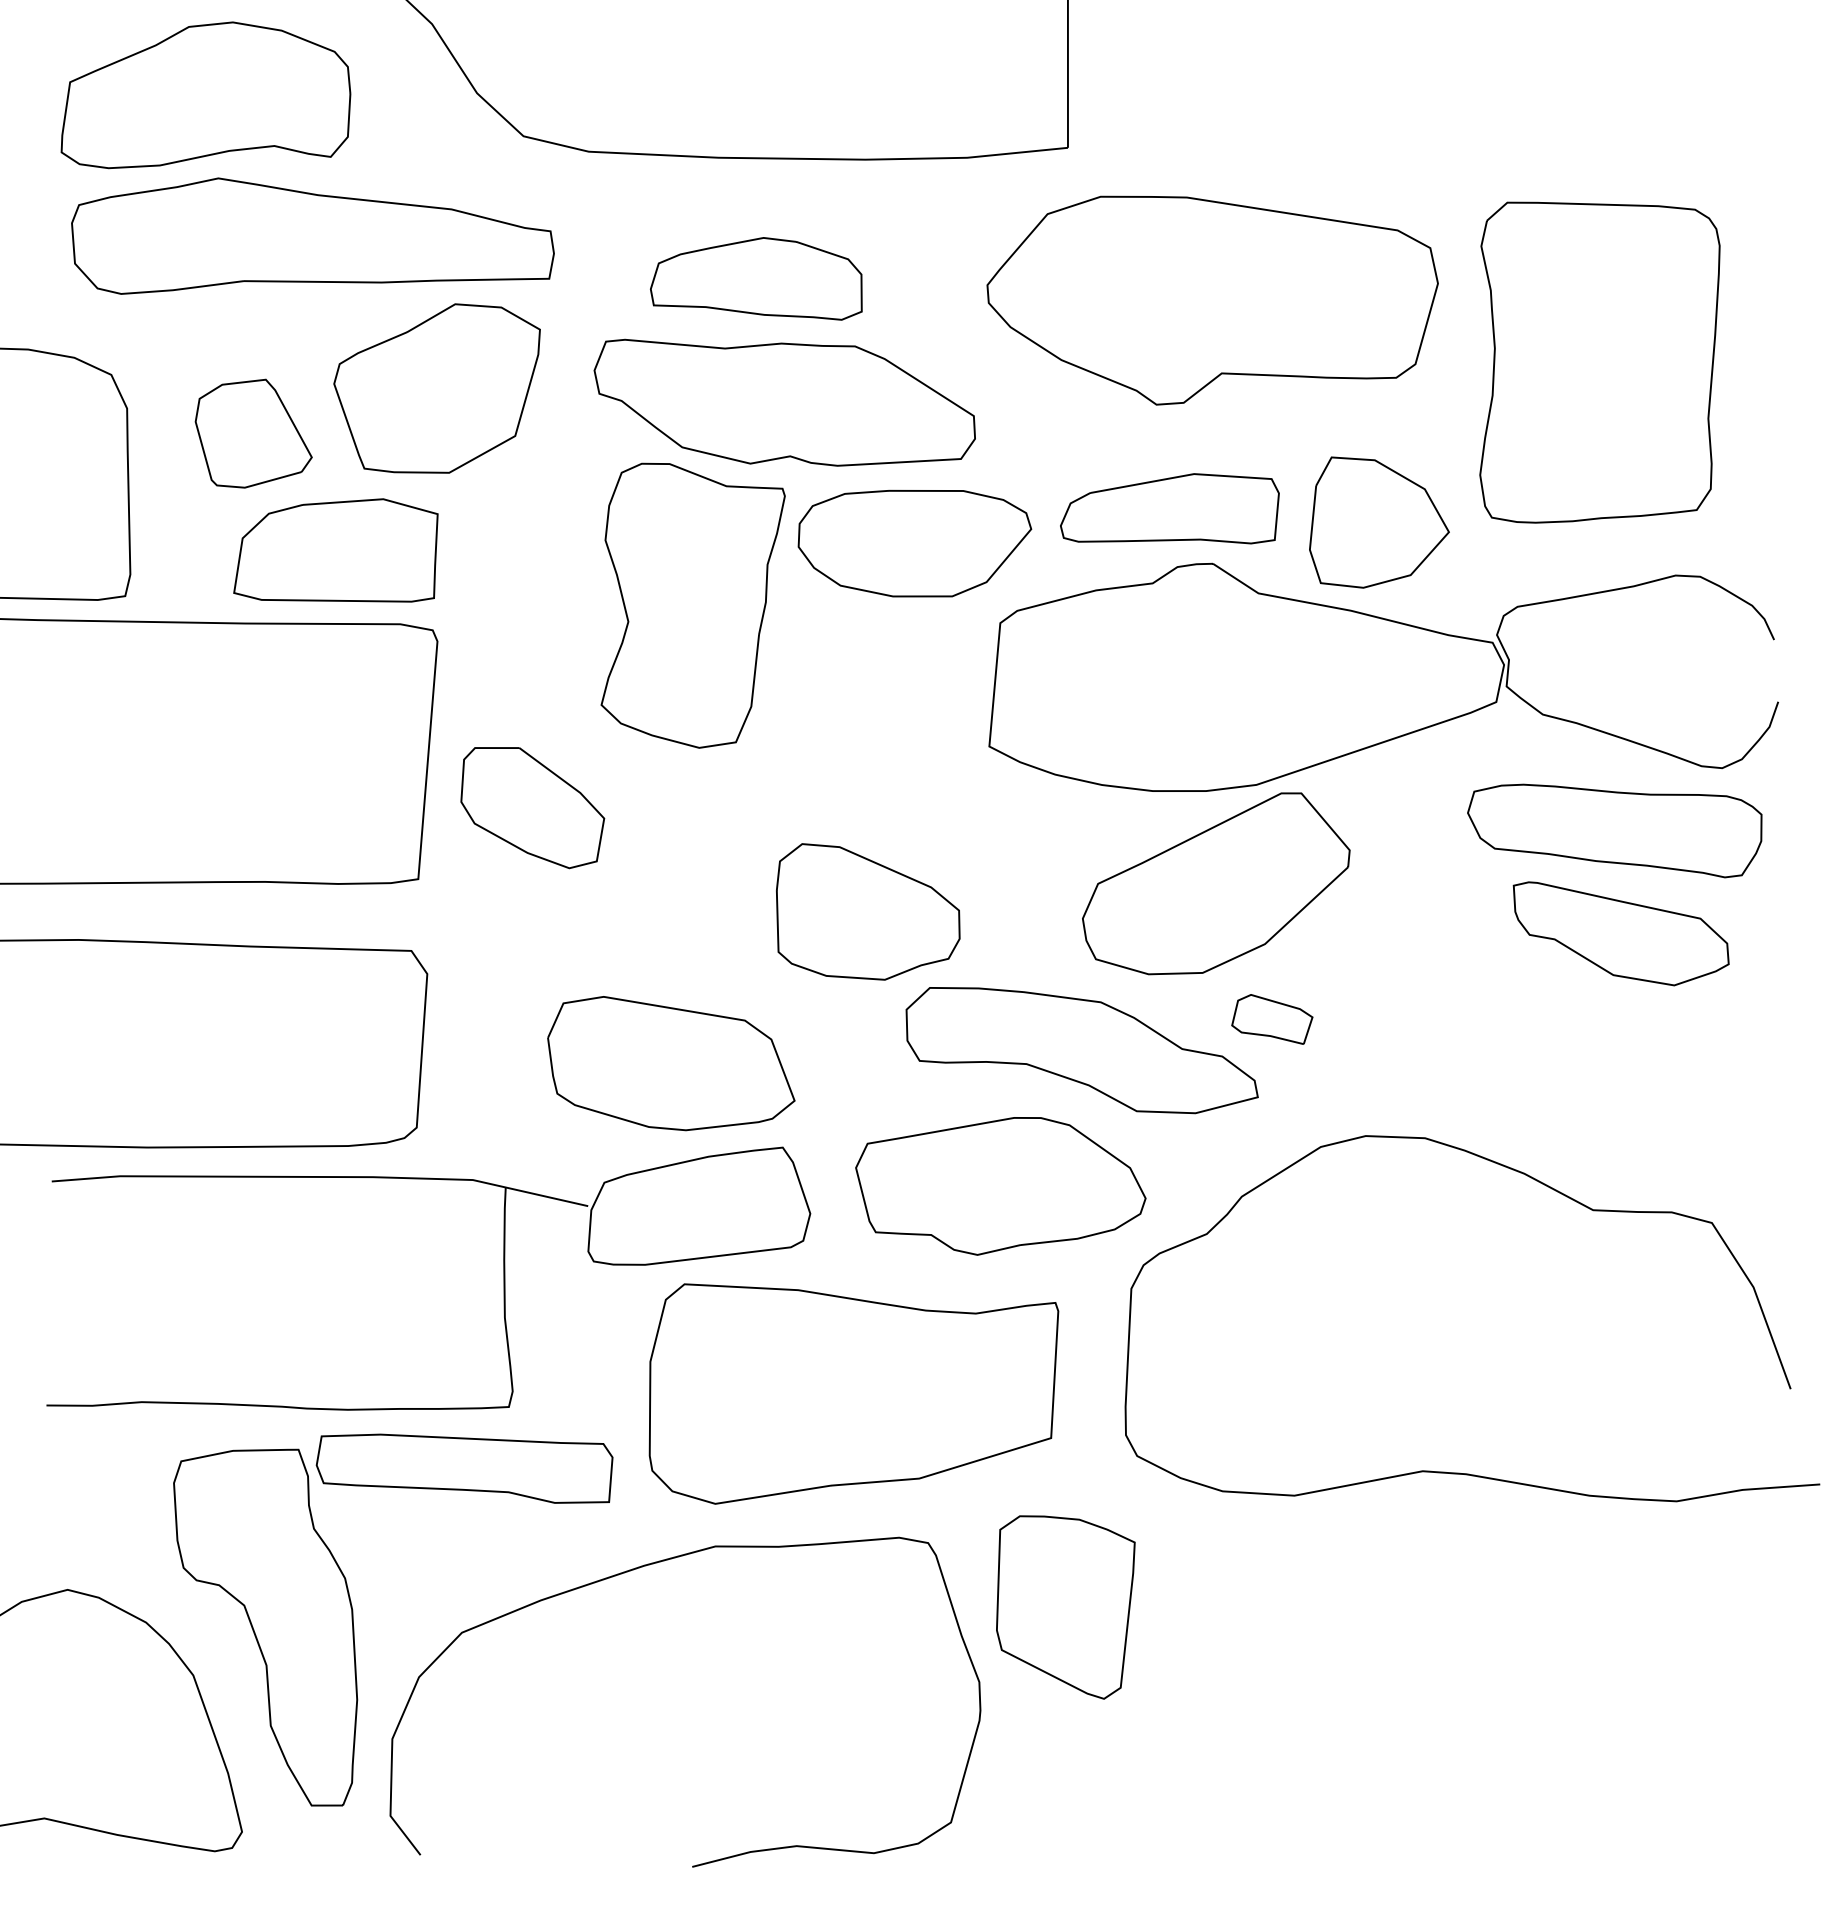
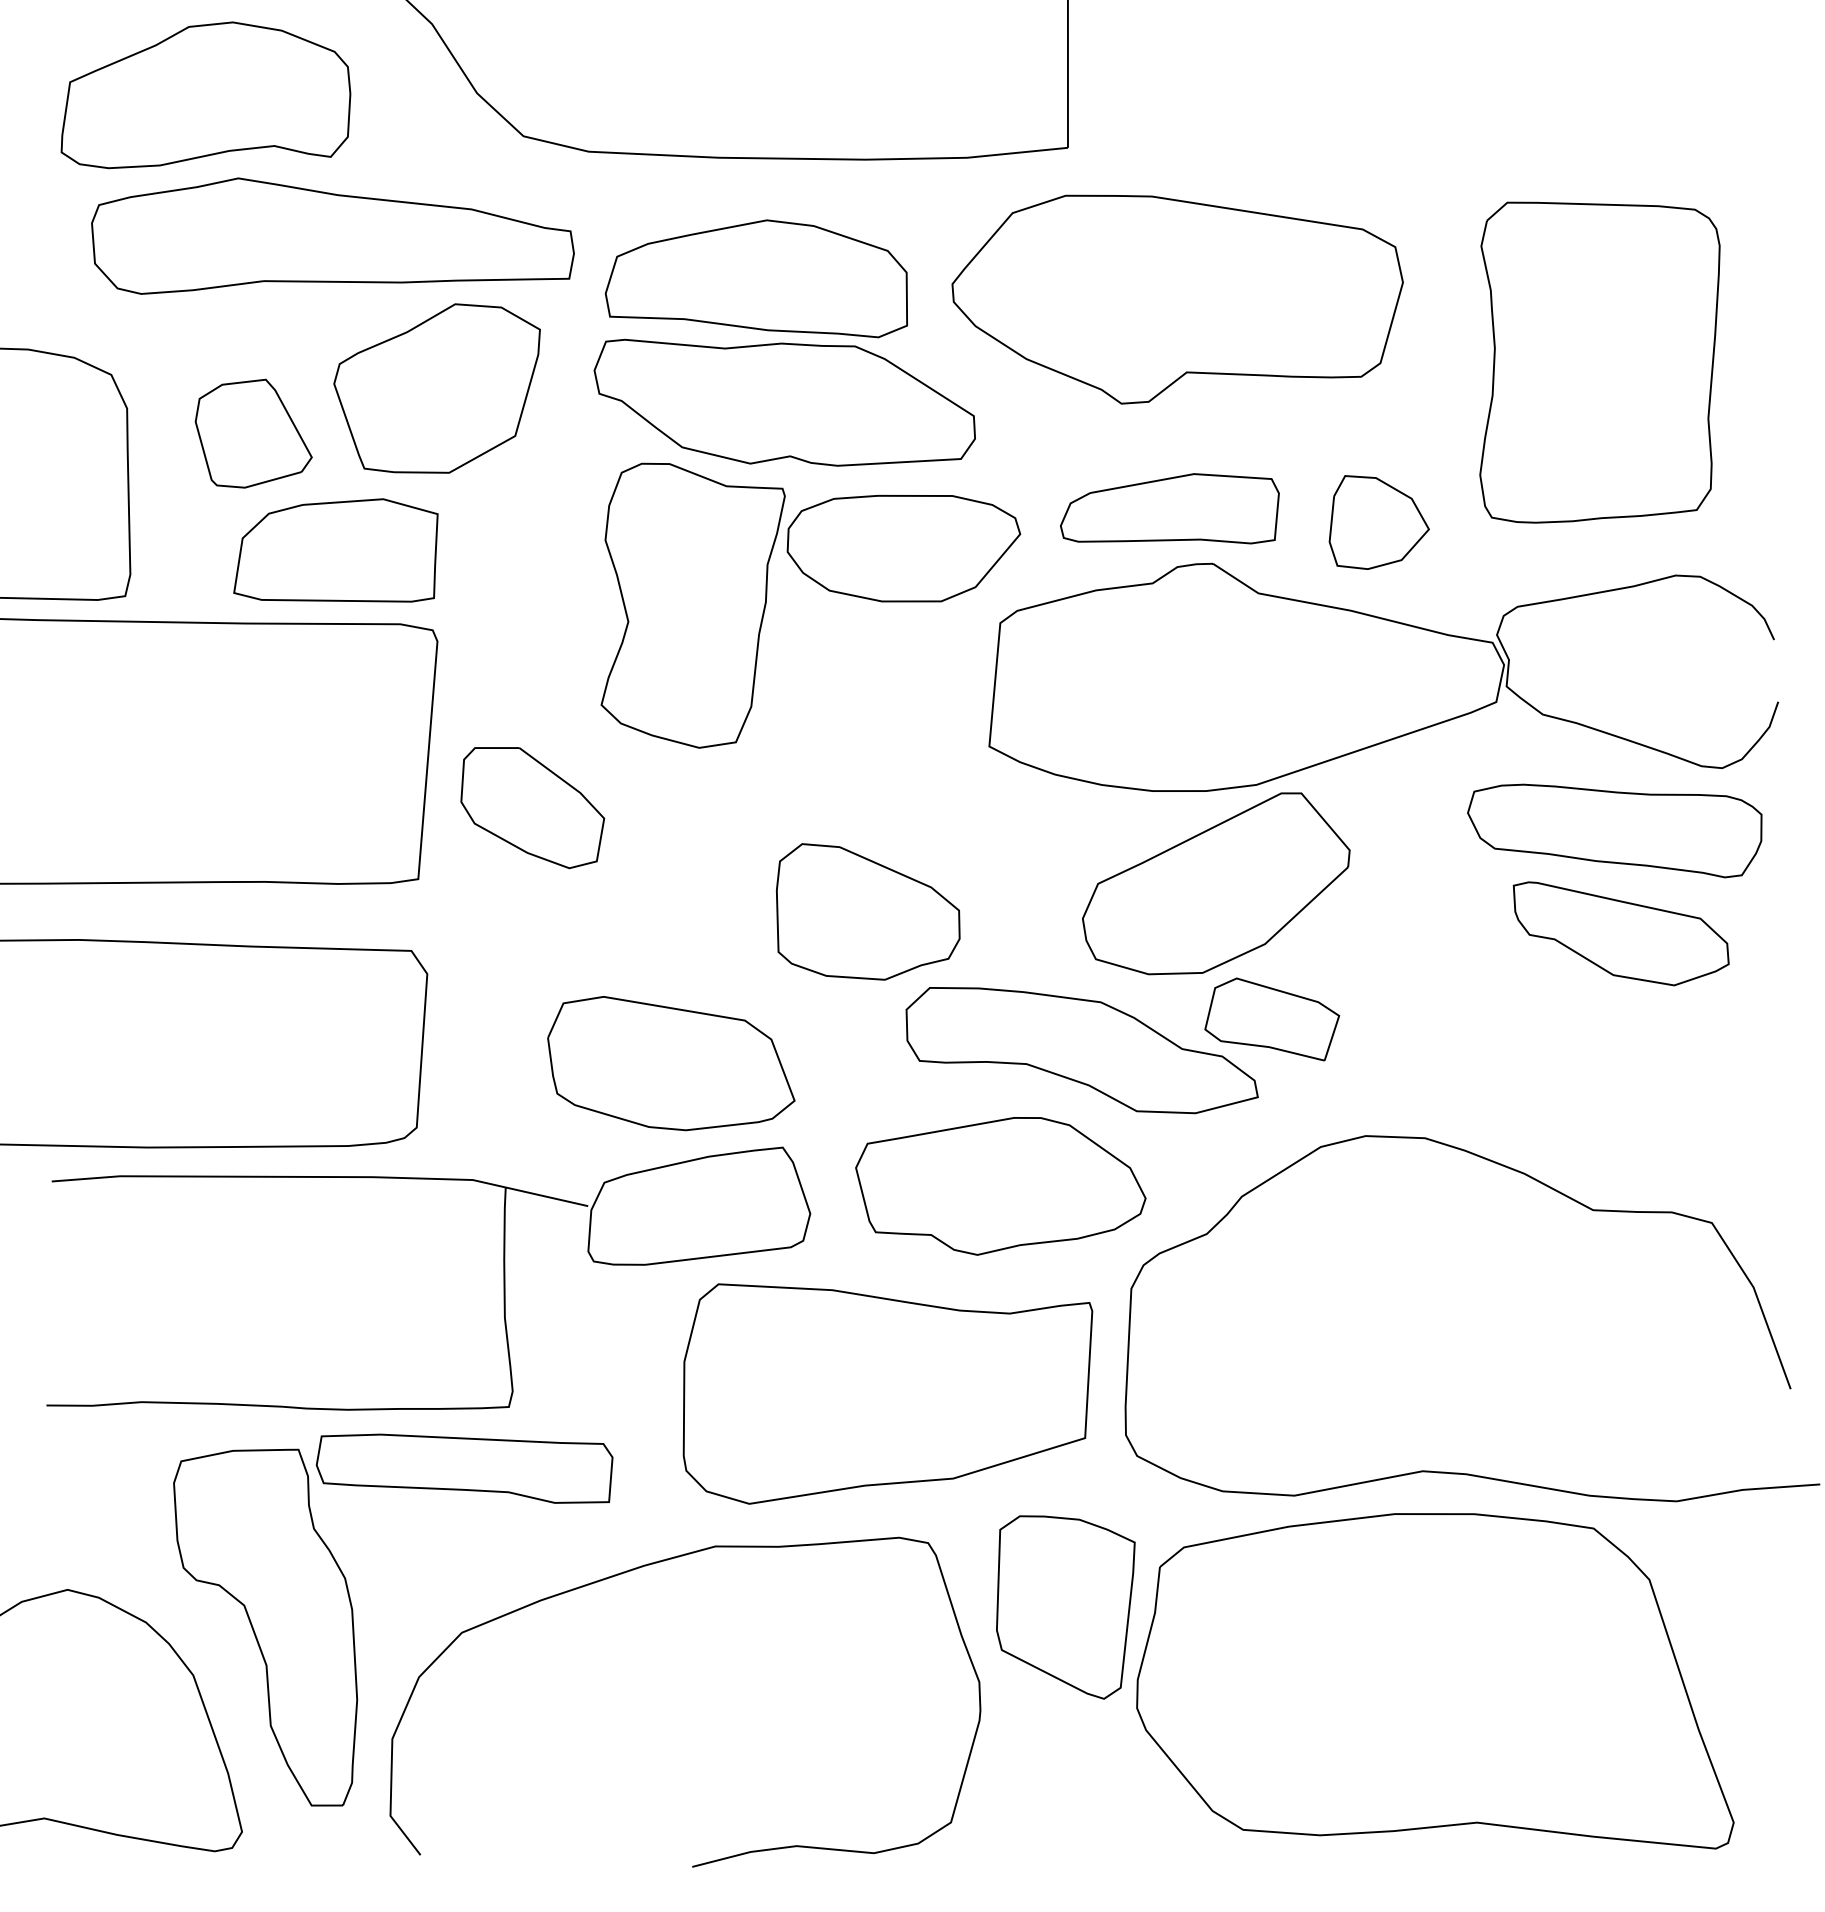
part at (312, 235) position: (312, 235) -> (332, 235)
part at (756, 278) size: 213x84 px -> 304x120 px
part at (1212, 300) position: (1212, 300) -> (1177, 299)
part at (1379, 522) size: 141x133 px -> 102x95 px
part at (914, 543) position: (914, 543) -> (903, 548)
part at (1272, 1019) size: 83x51 px -> 137x85 px
part at (853, 1393) position: (853, 1393) -> (887, 1393)
part at (1435, 1681): none -> present
